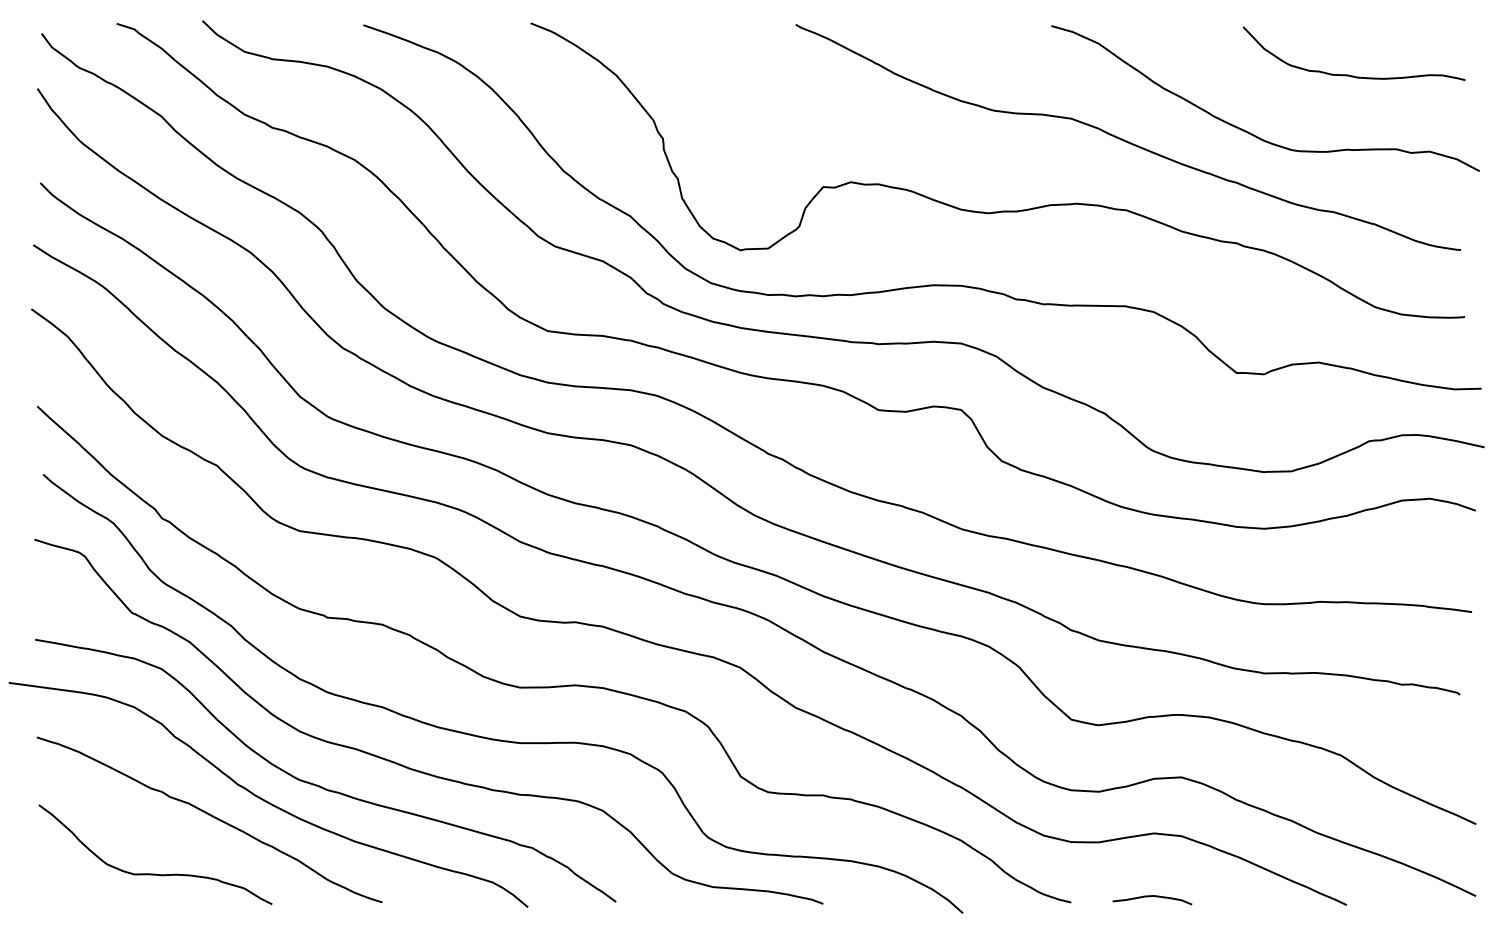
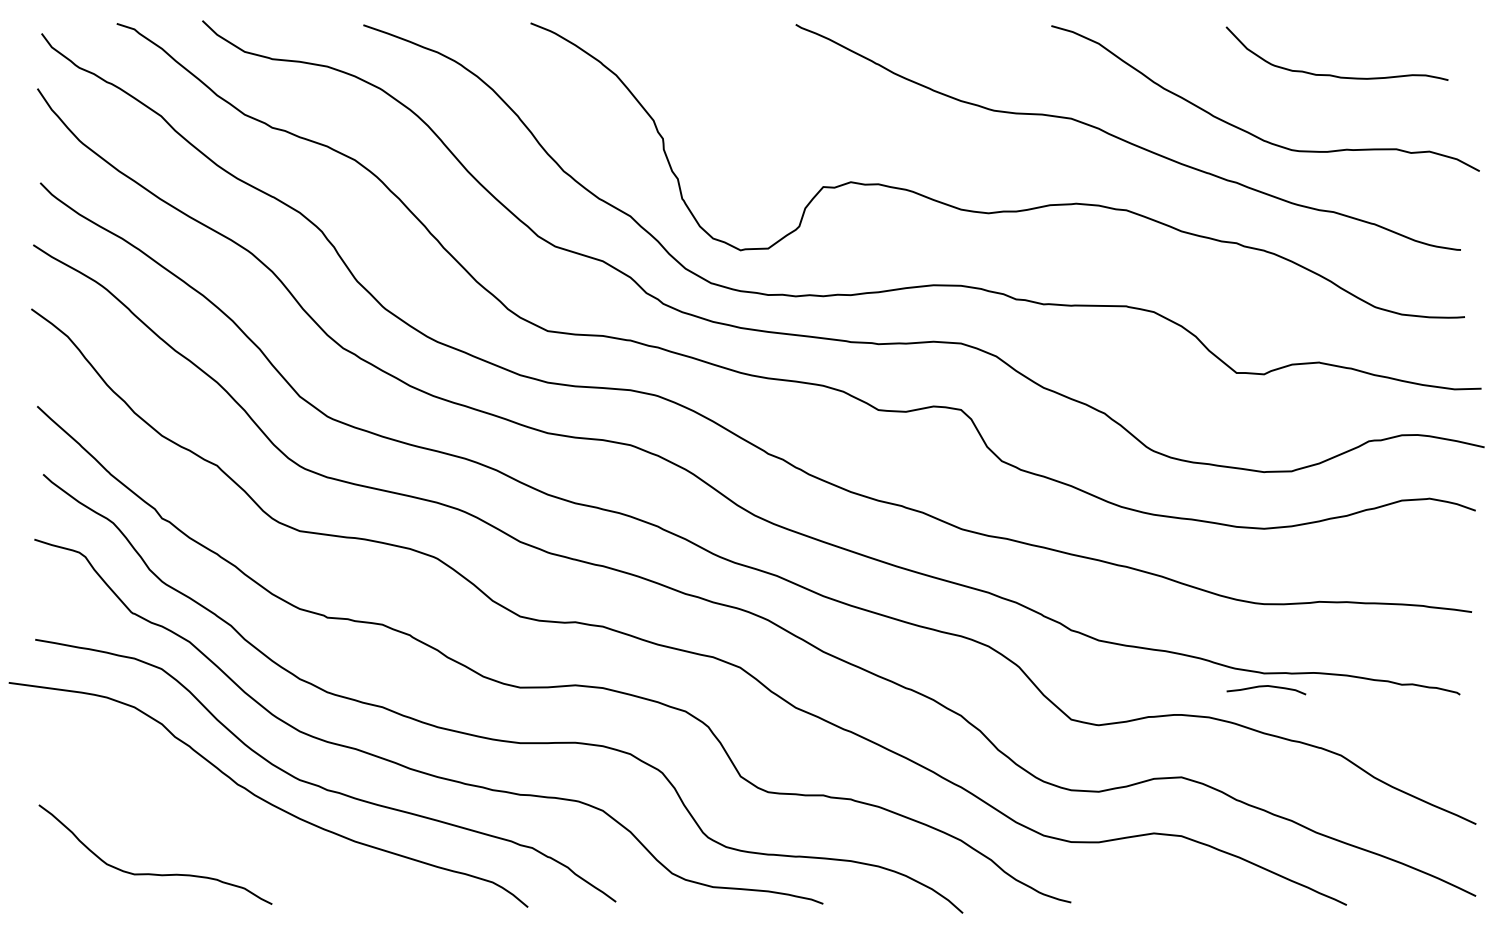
curve at (1349, 74) position: (1349, 74) -> (1332, 74)
curve at (210, 816): present -> none
curve at (1150, 897) position: (1150, 897) -> (1264, 687)
